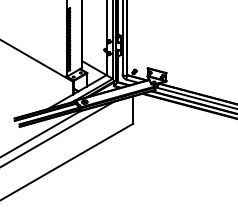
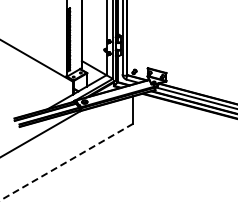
line at (57, 133): present -> none
line at (66, 162): solid -> dashed
